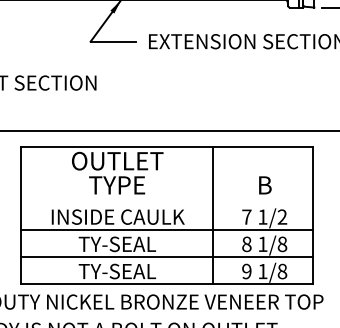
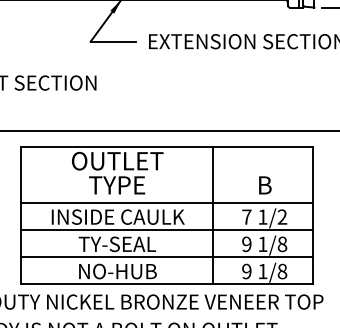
line at (167, 202): none -> present
text at (246, 244): 8 -> 9
text at (117, 271): TY-SEAL -> NO-HUB
